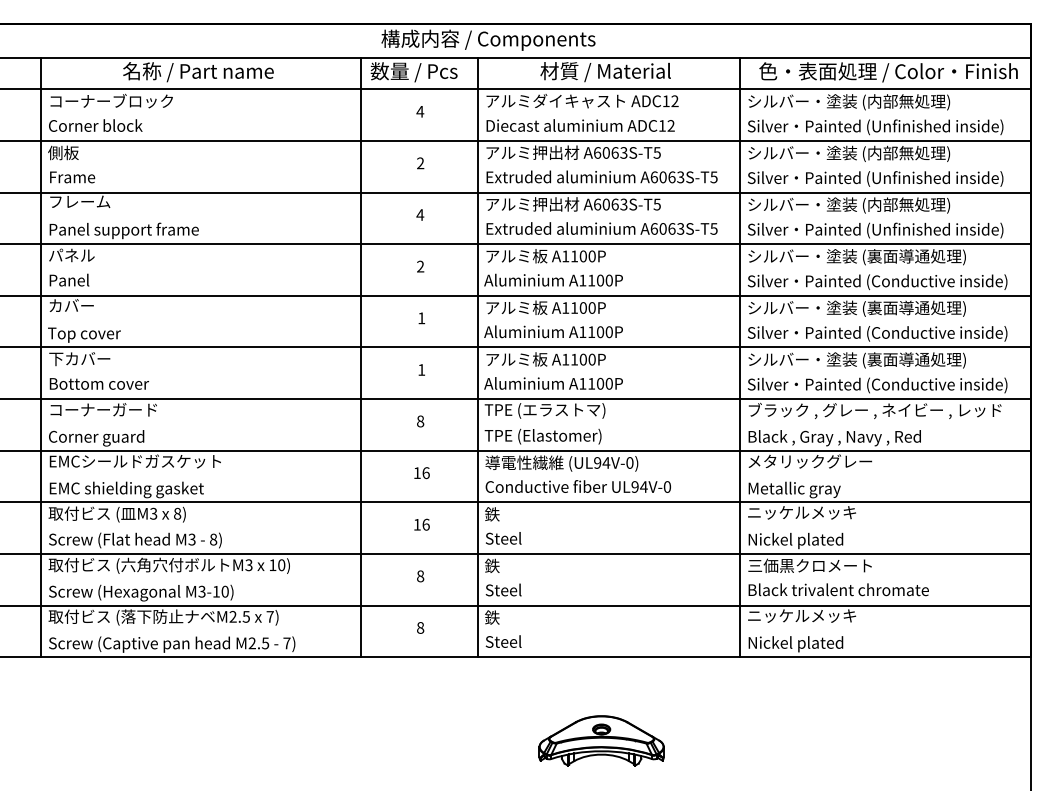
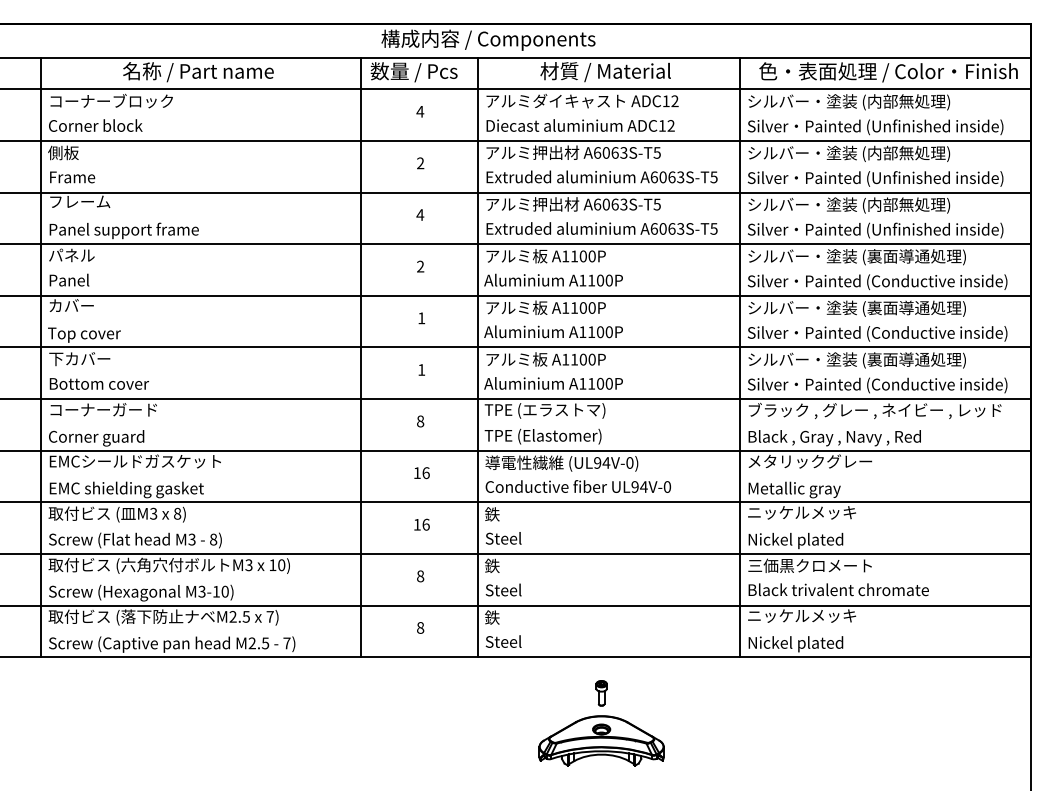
part at (601, 693): none -> present
